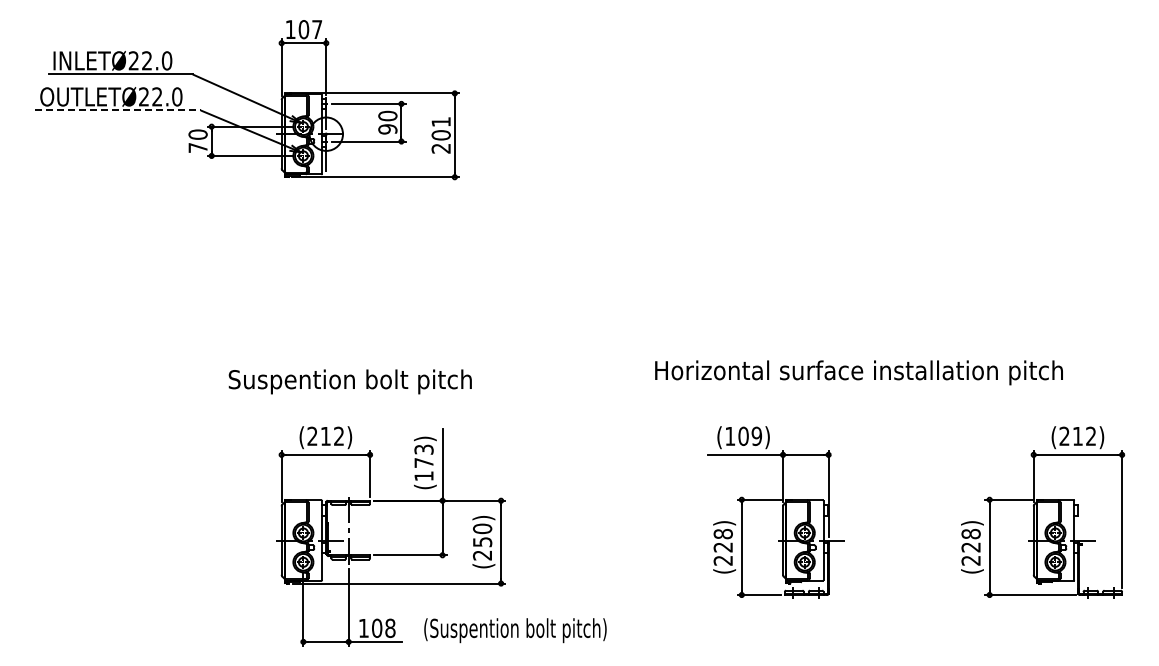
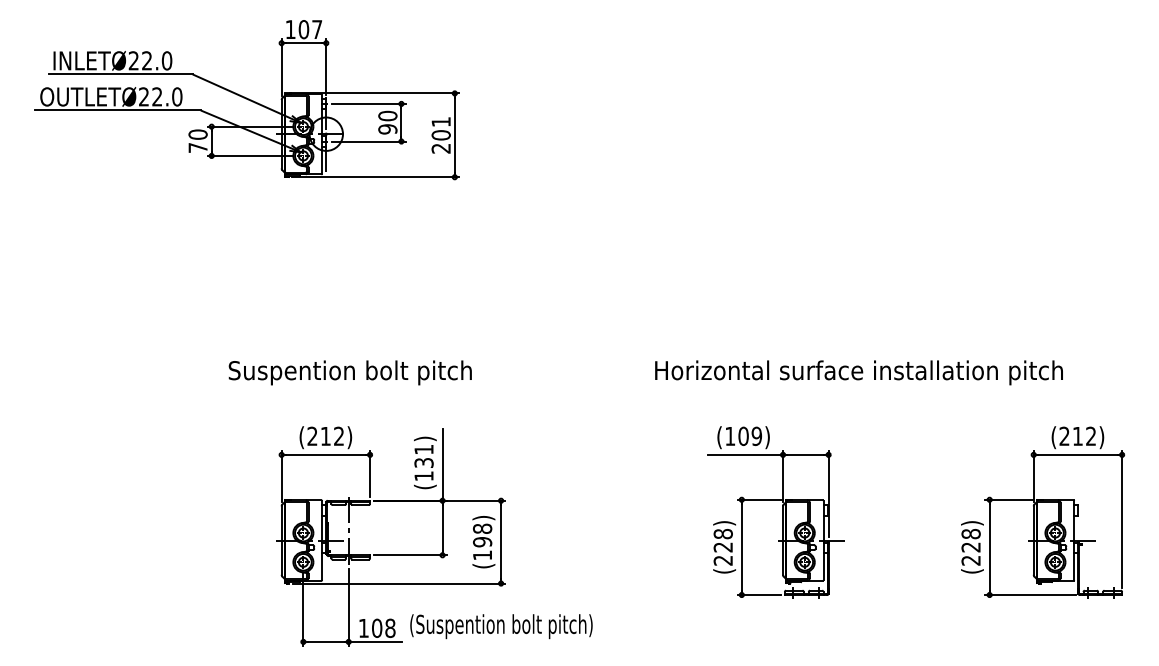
line at (117, 110): dashed -> solid
text at (349, 381) position: (349, 381) -> (349, 372)
text at (423, 455): (173) -> (131)
text at (481, 541): (250) -> (198)
text at (515, 630) position: (515, 630) -> (501, 626)
